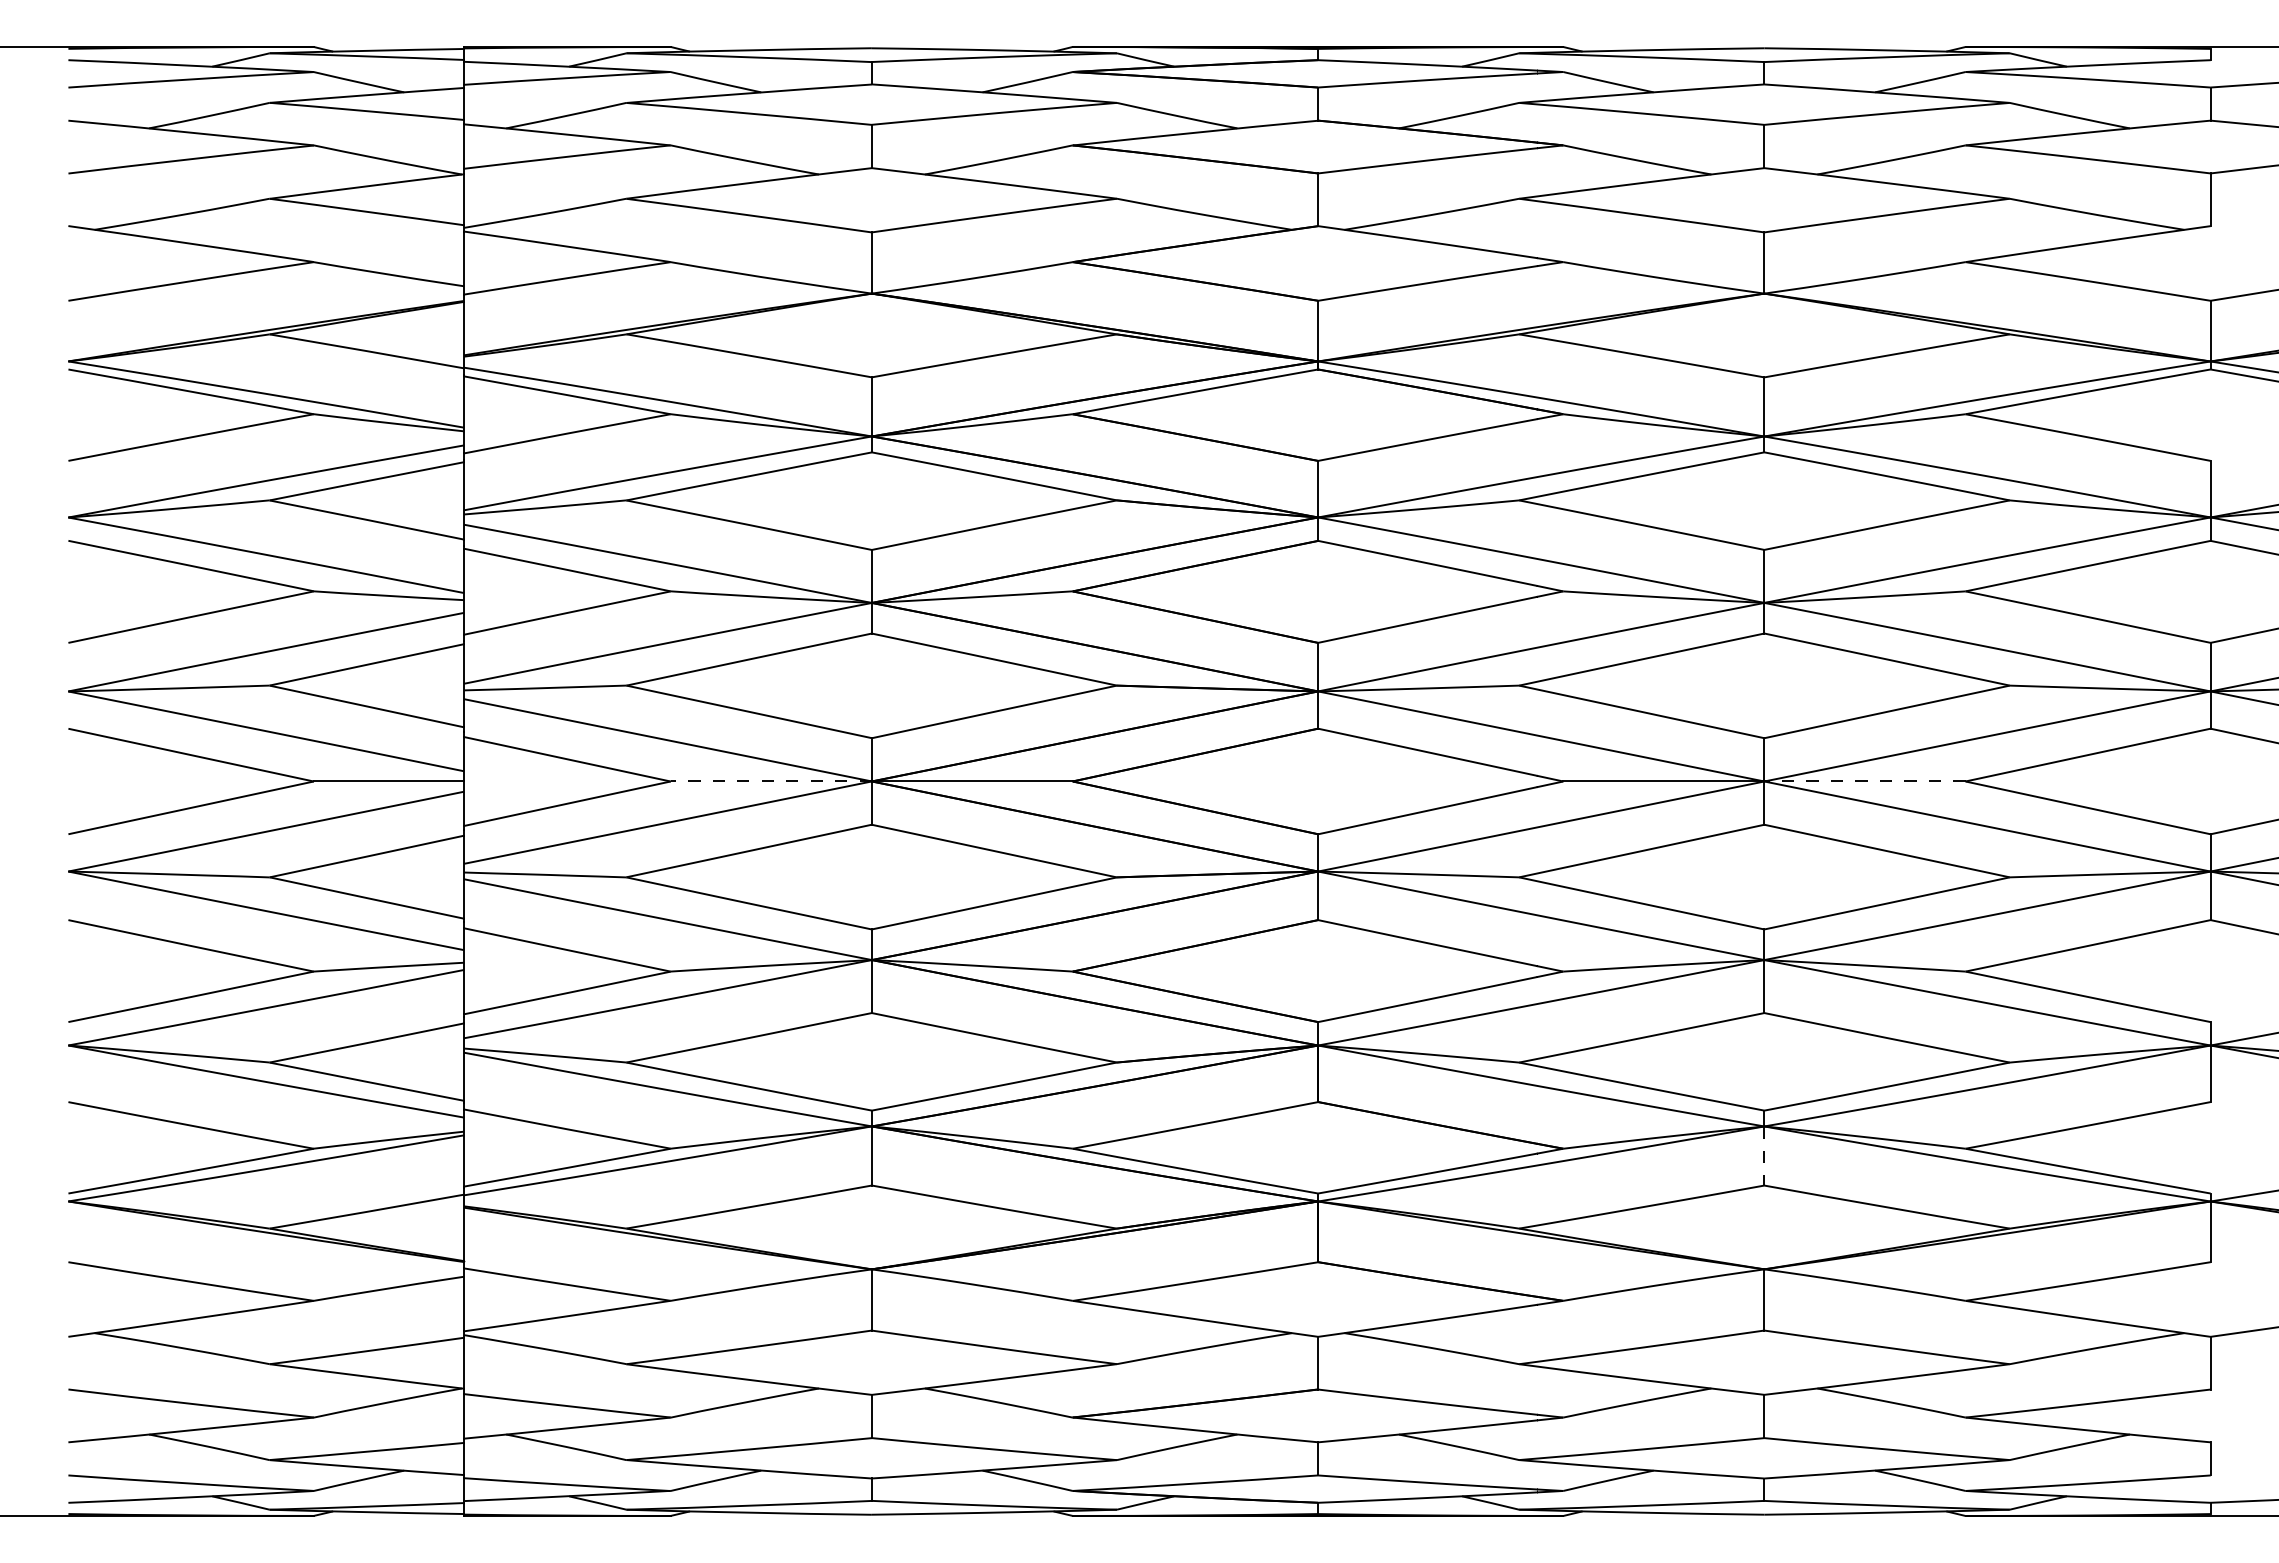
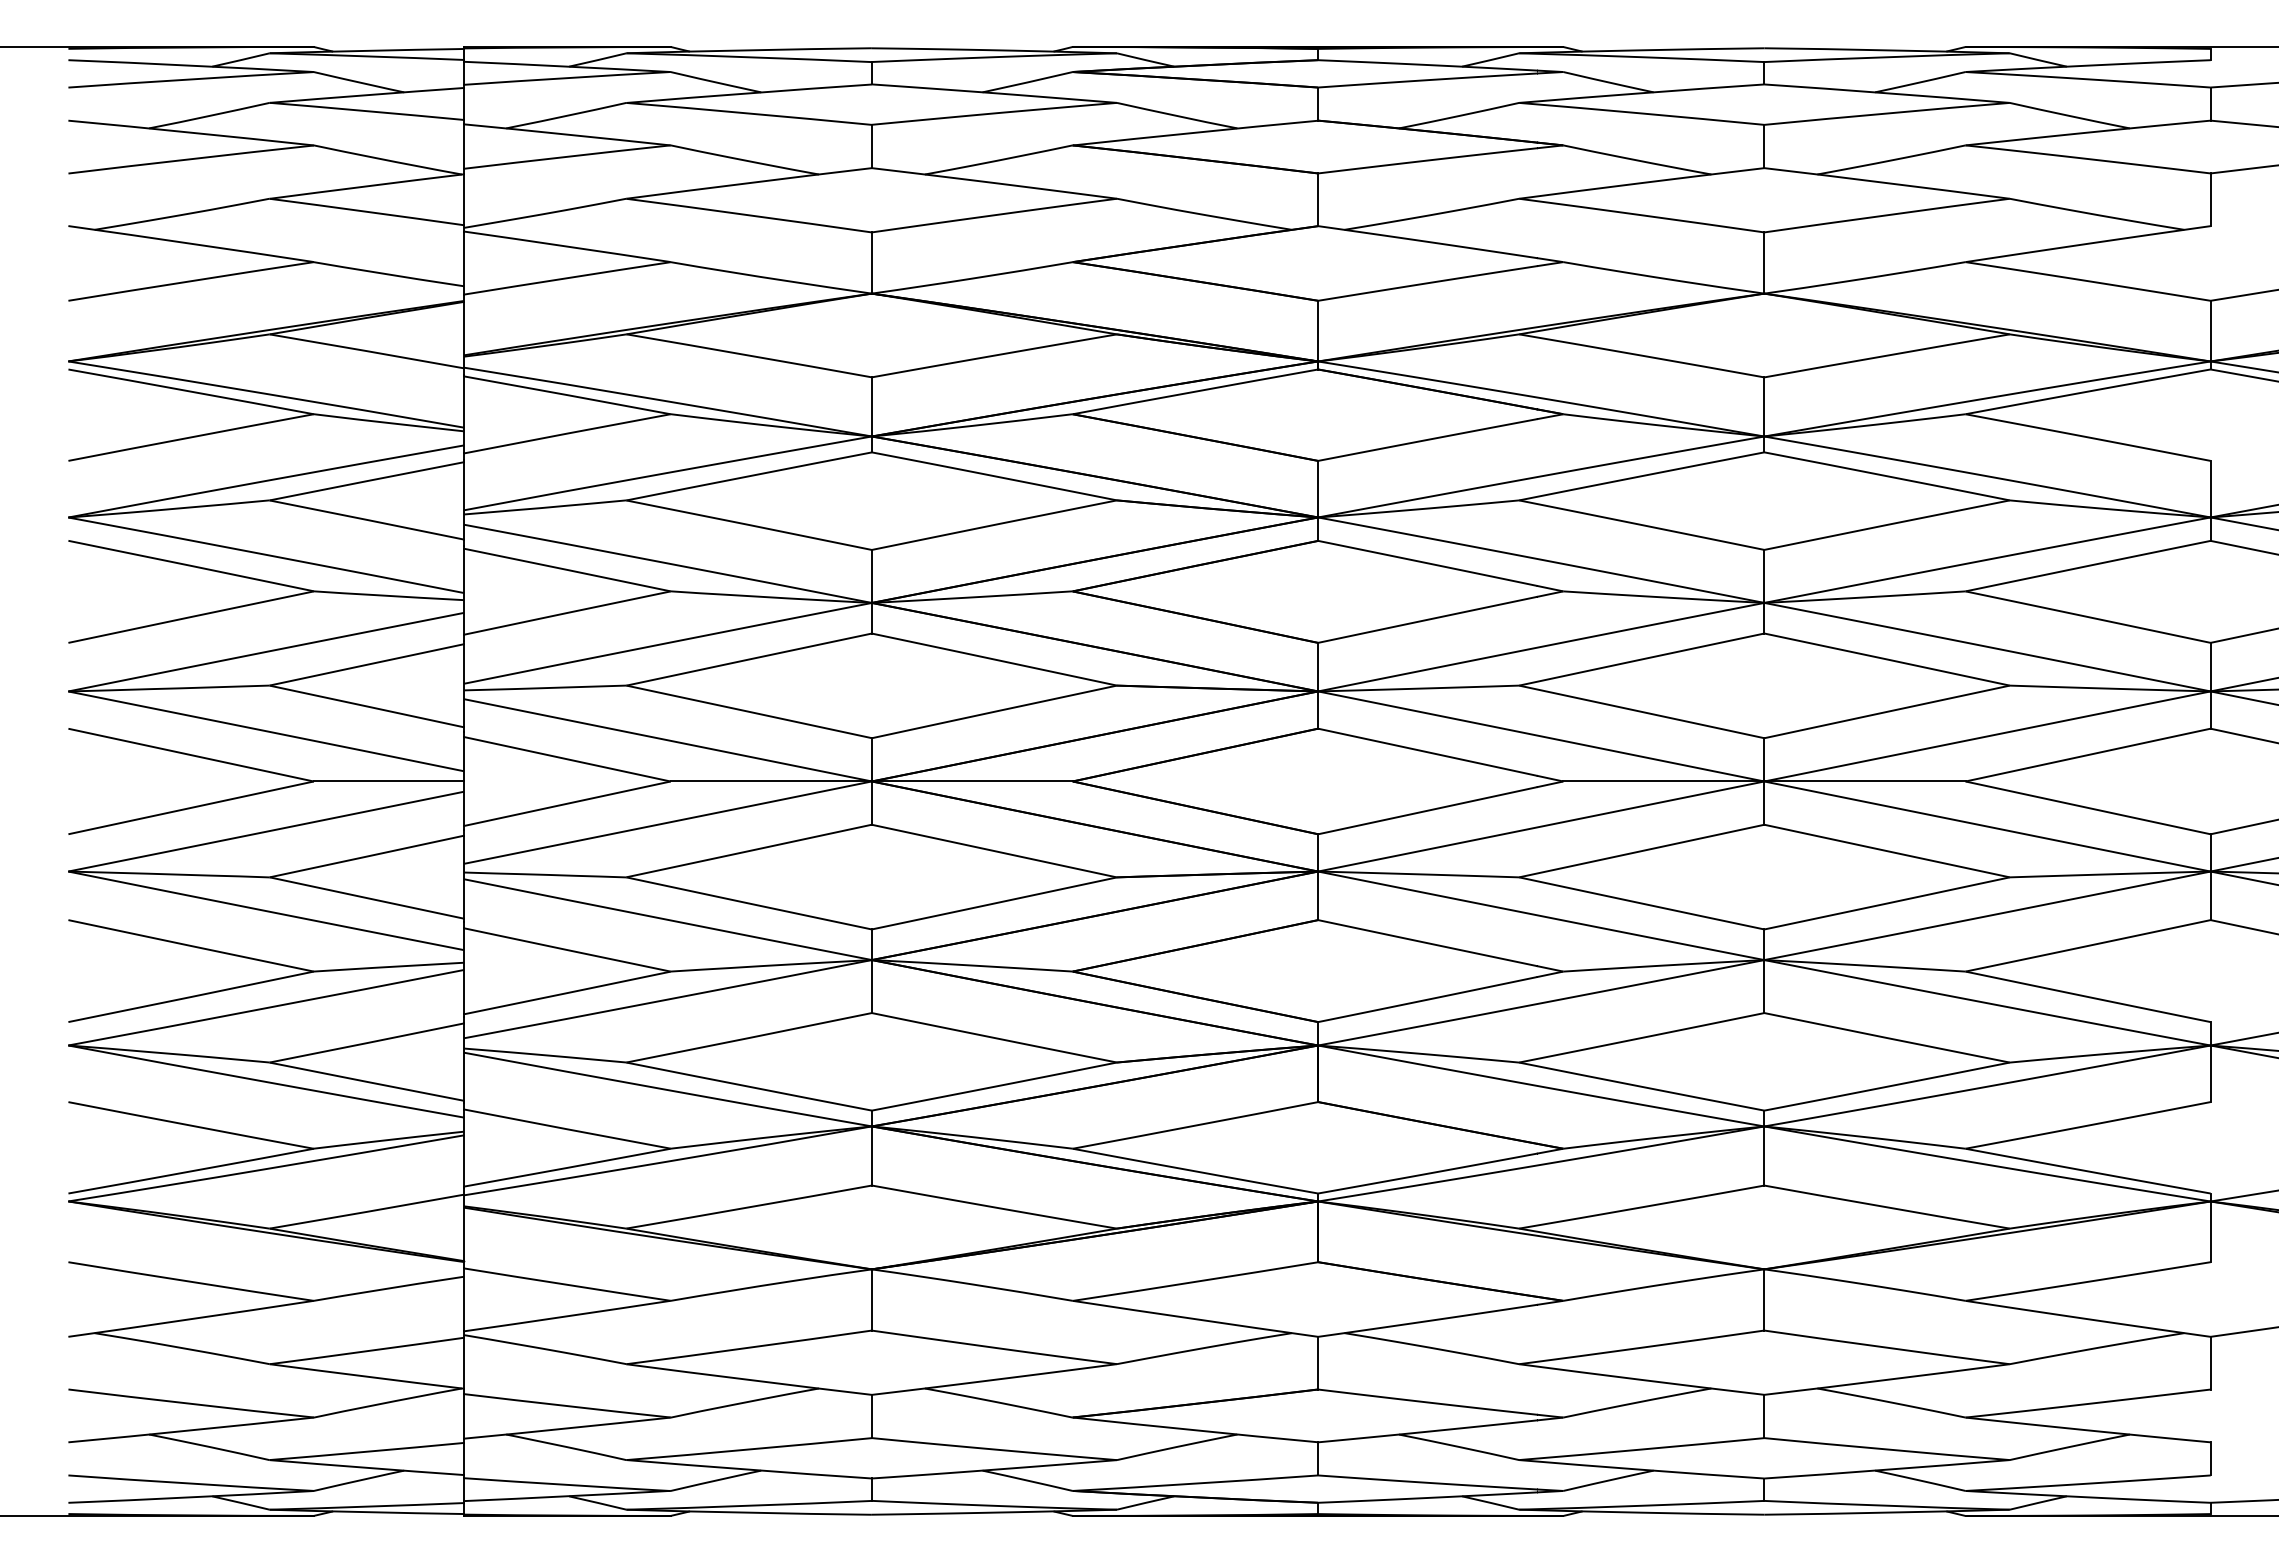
line at (771, 781): dashed -> solid
line at (1864, 781): dashed -> solid
line at (1764, 1156): dashed -> solid
